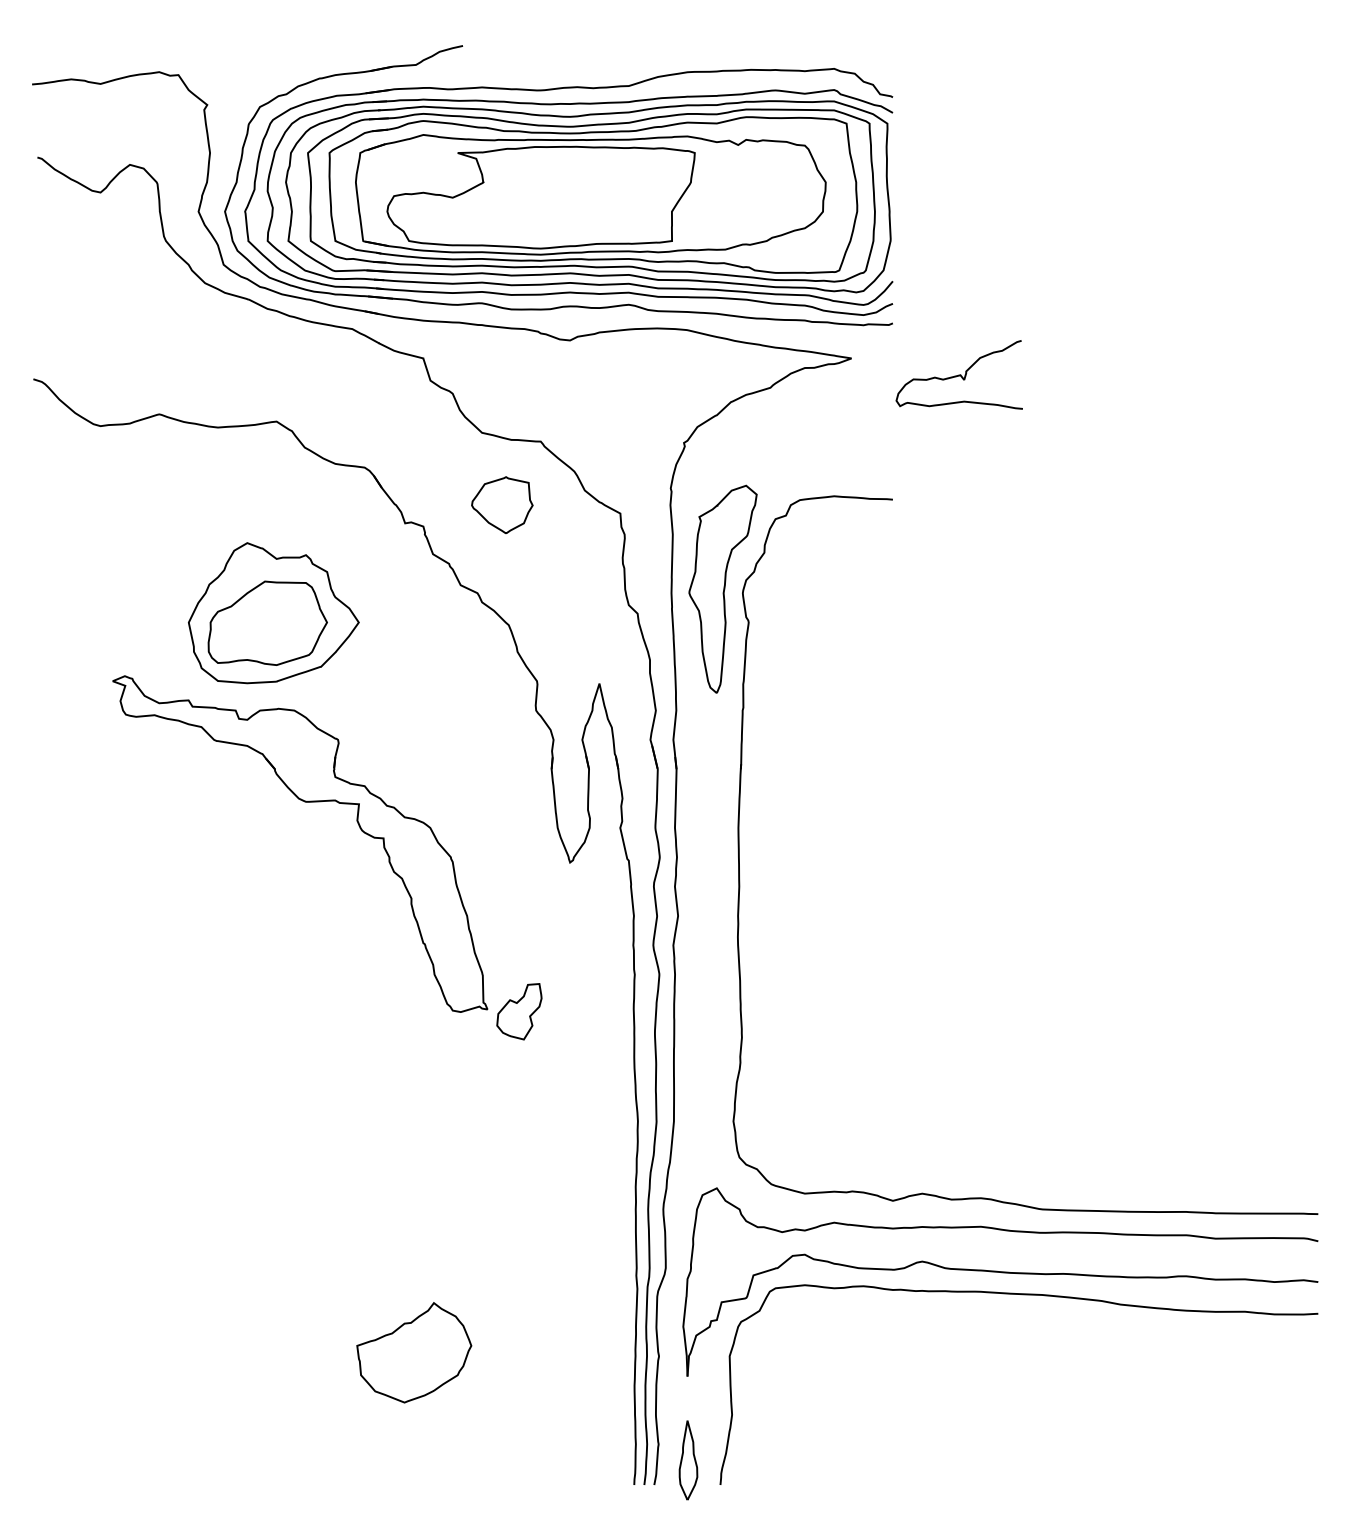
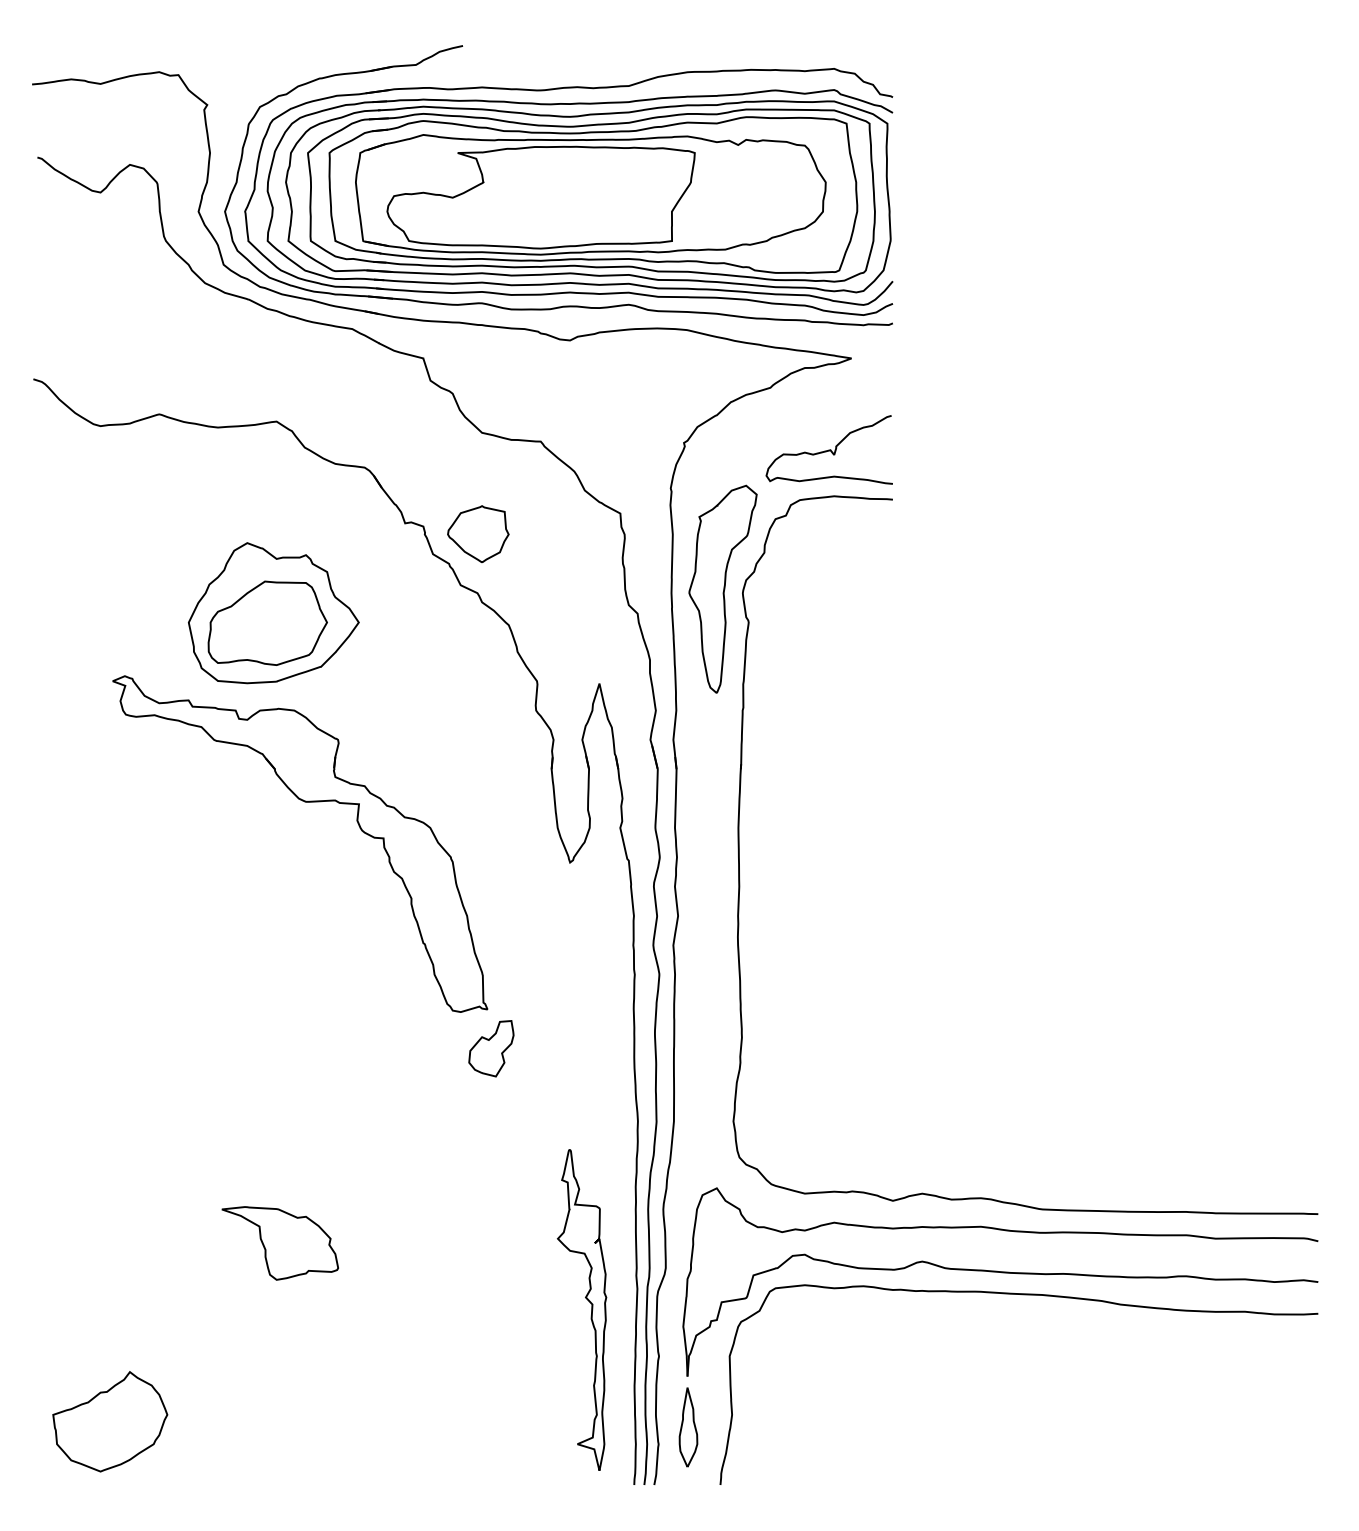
curve at (958, 374) position: (958, 374) -> (828, 449)
part at (502, 504) position: (502, 504) -> (478, 533)
part at (519, 1011) position: (519, 1011) -> (491, 1048)
part at (279, 1243): none -> present
part at (591, 1309): none -> present
part at (414, 1352) position: (414, 1352) -> (110, 1421)
part at (688, 1460) position: (688, 1460) -> (688, 1427)
